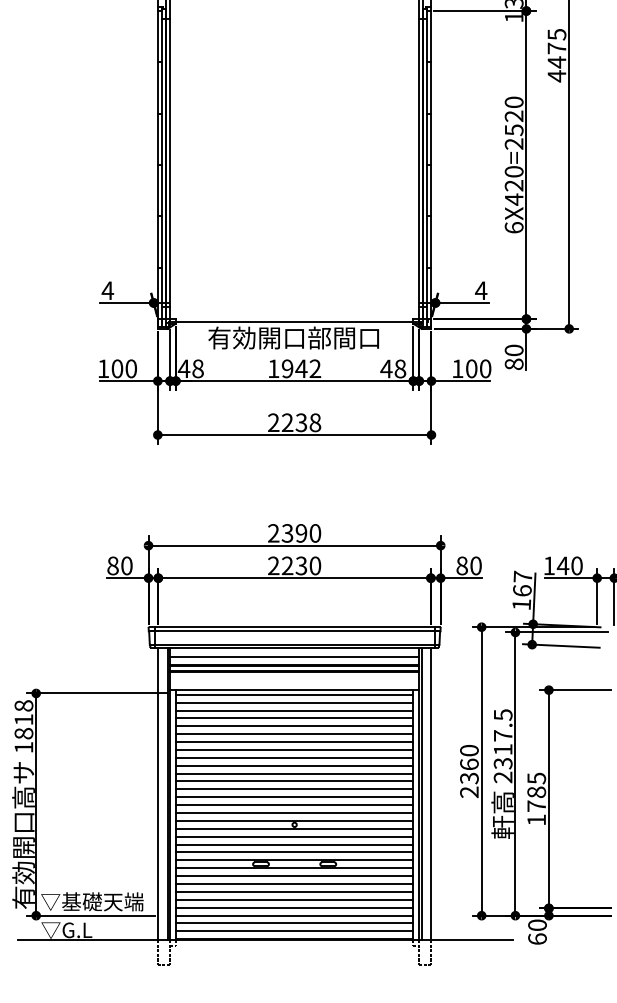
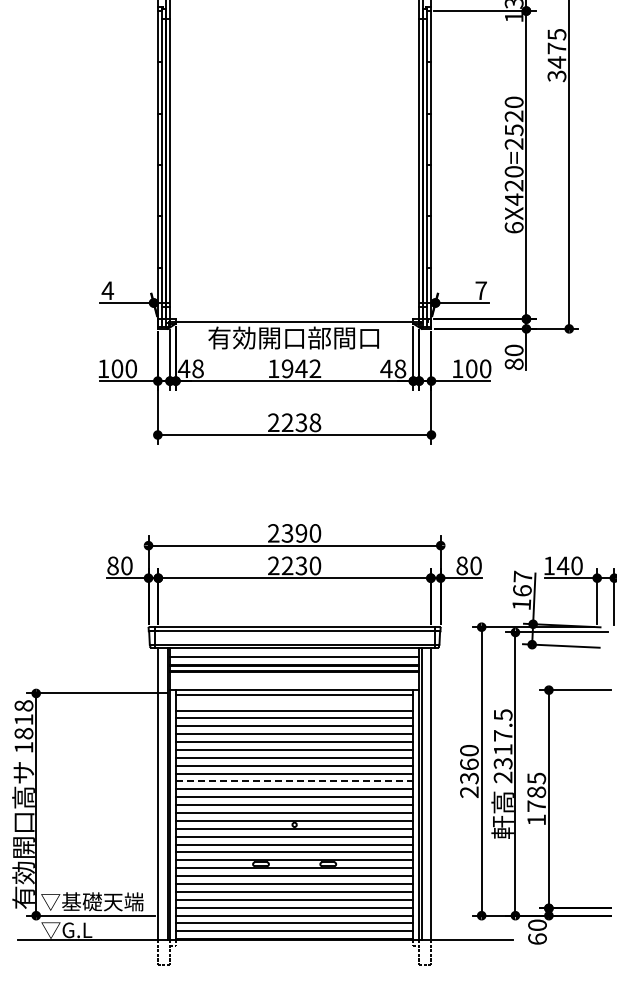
text at (556, 76): 4475 -> 3475
text at (480, 290): 4 -> 7
line at (294, 702): present -> none
line at (294, 781): solid -> dashed
